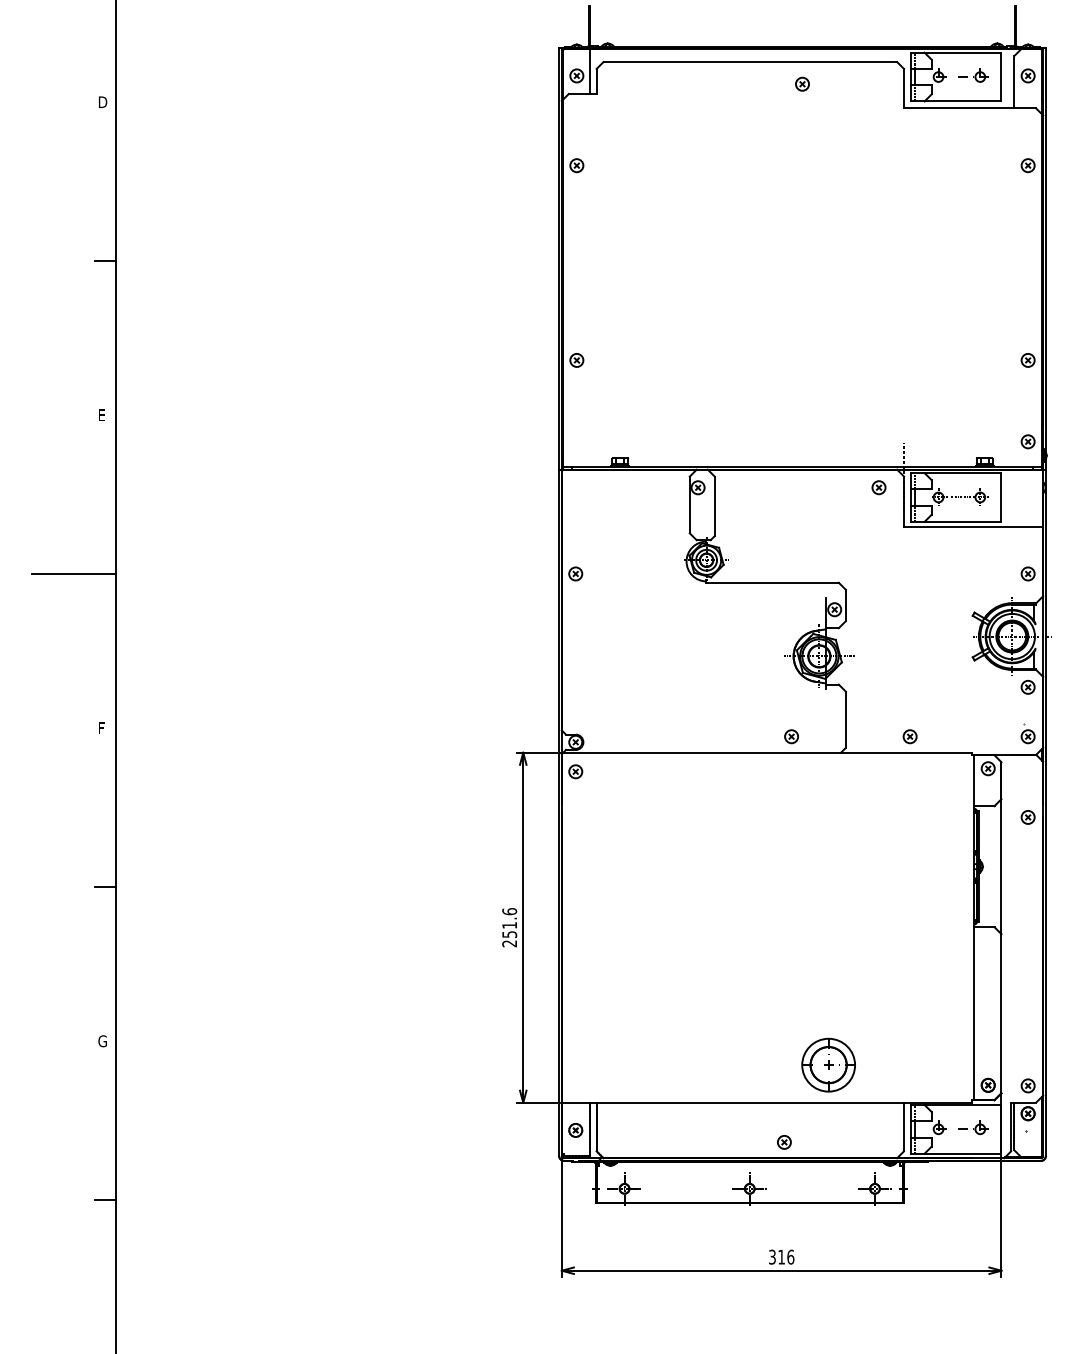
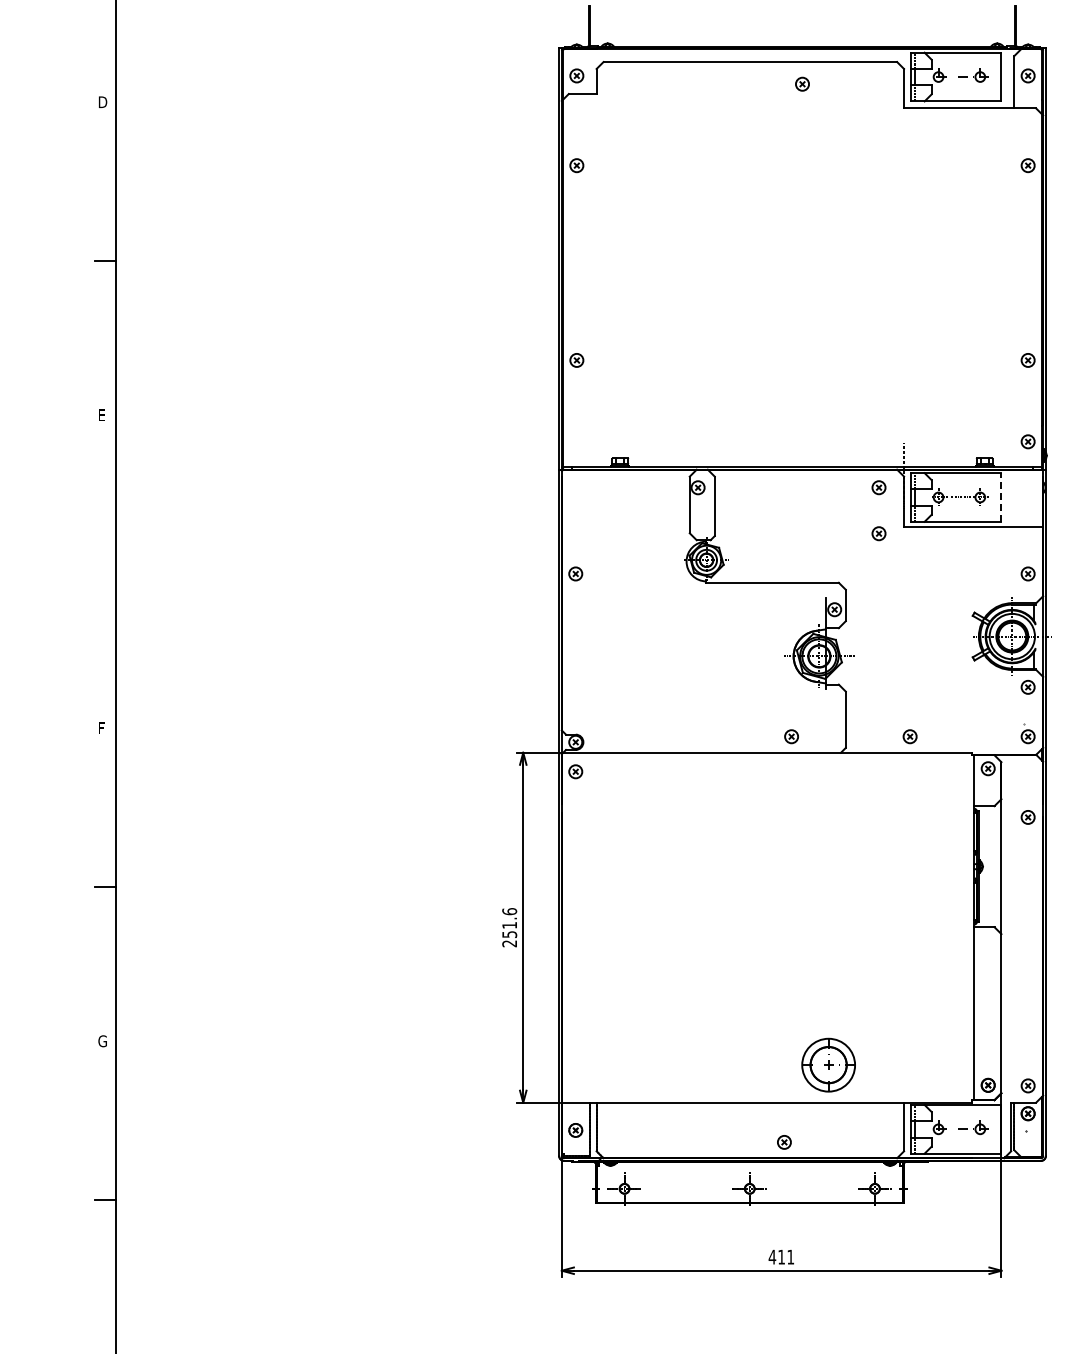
line at (589, 71): present -> none
line at (1001, 496): solid -> dashed
part at (878, 533): none -> present
line at (73, 573): present -> none
text at (781, 1256): 316 -> 411
